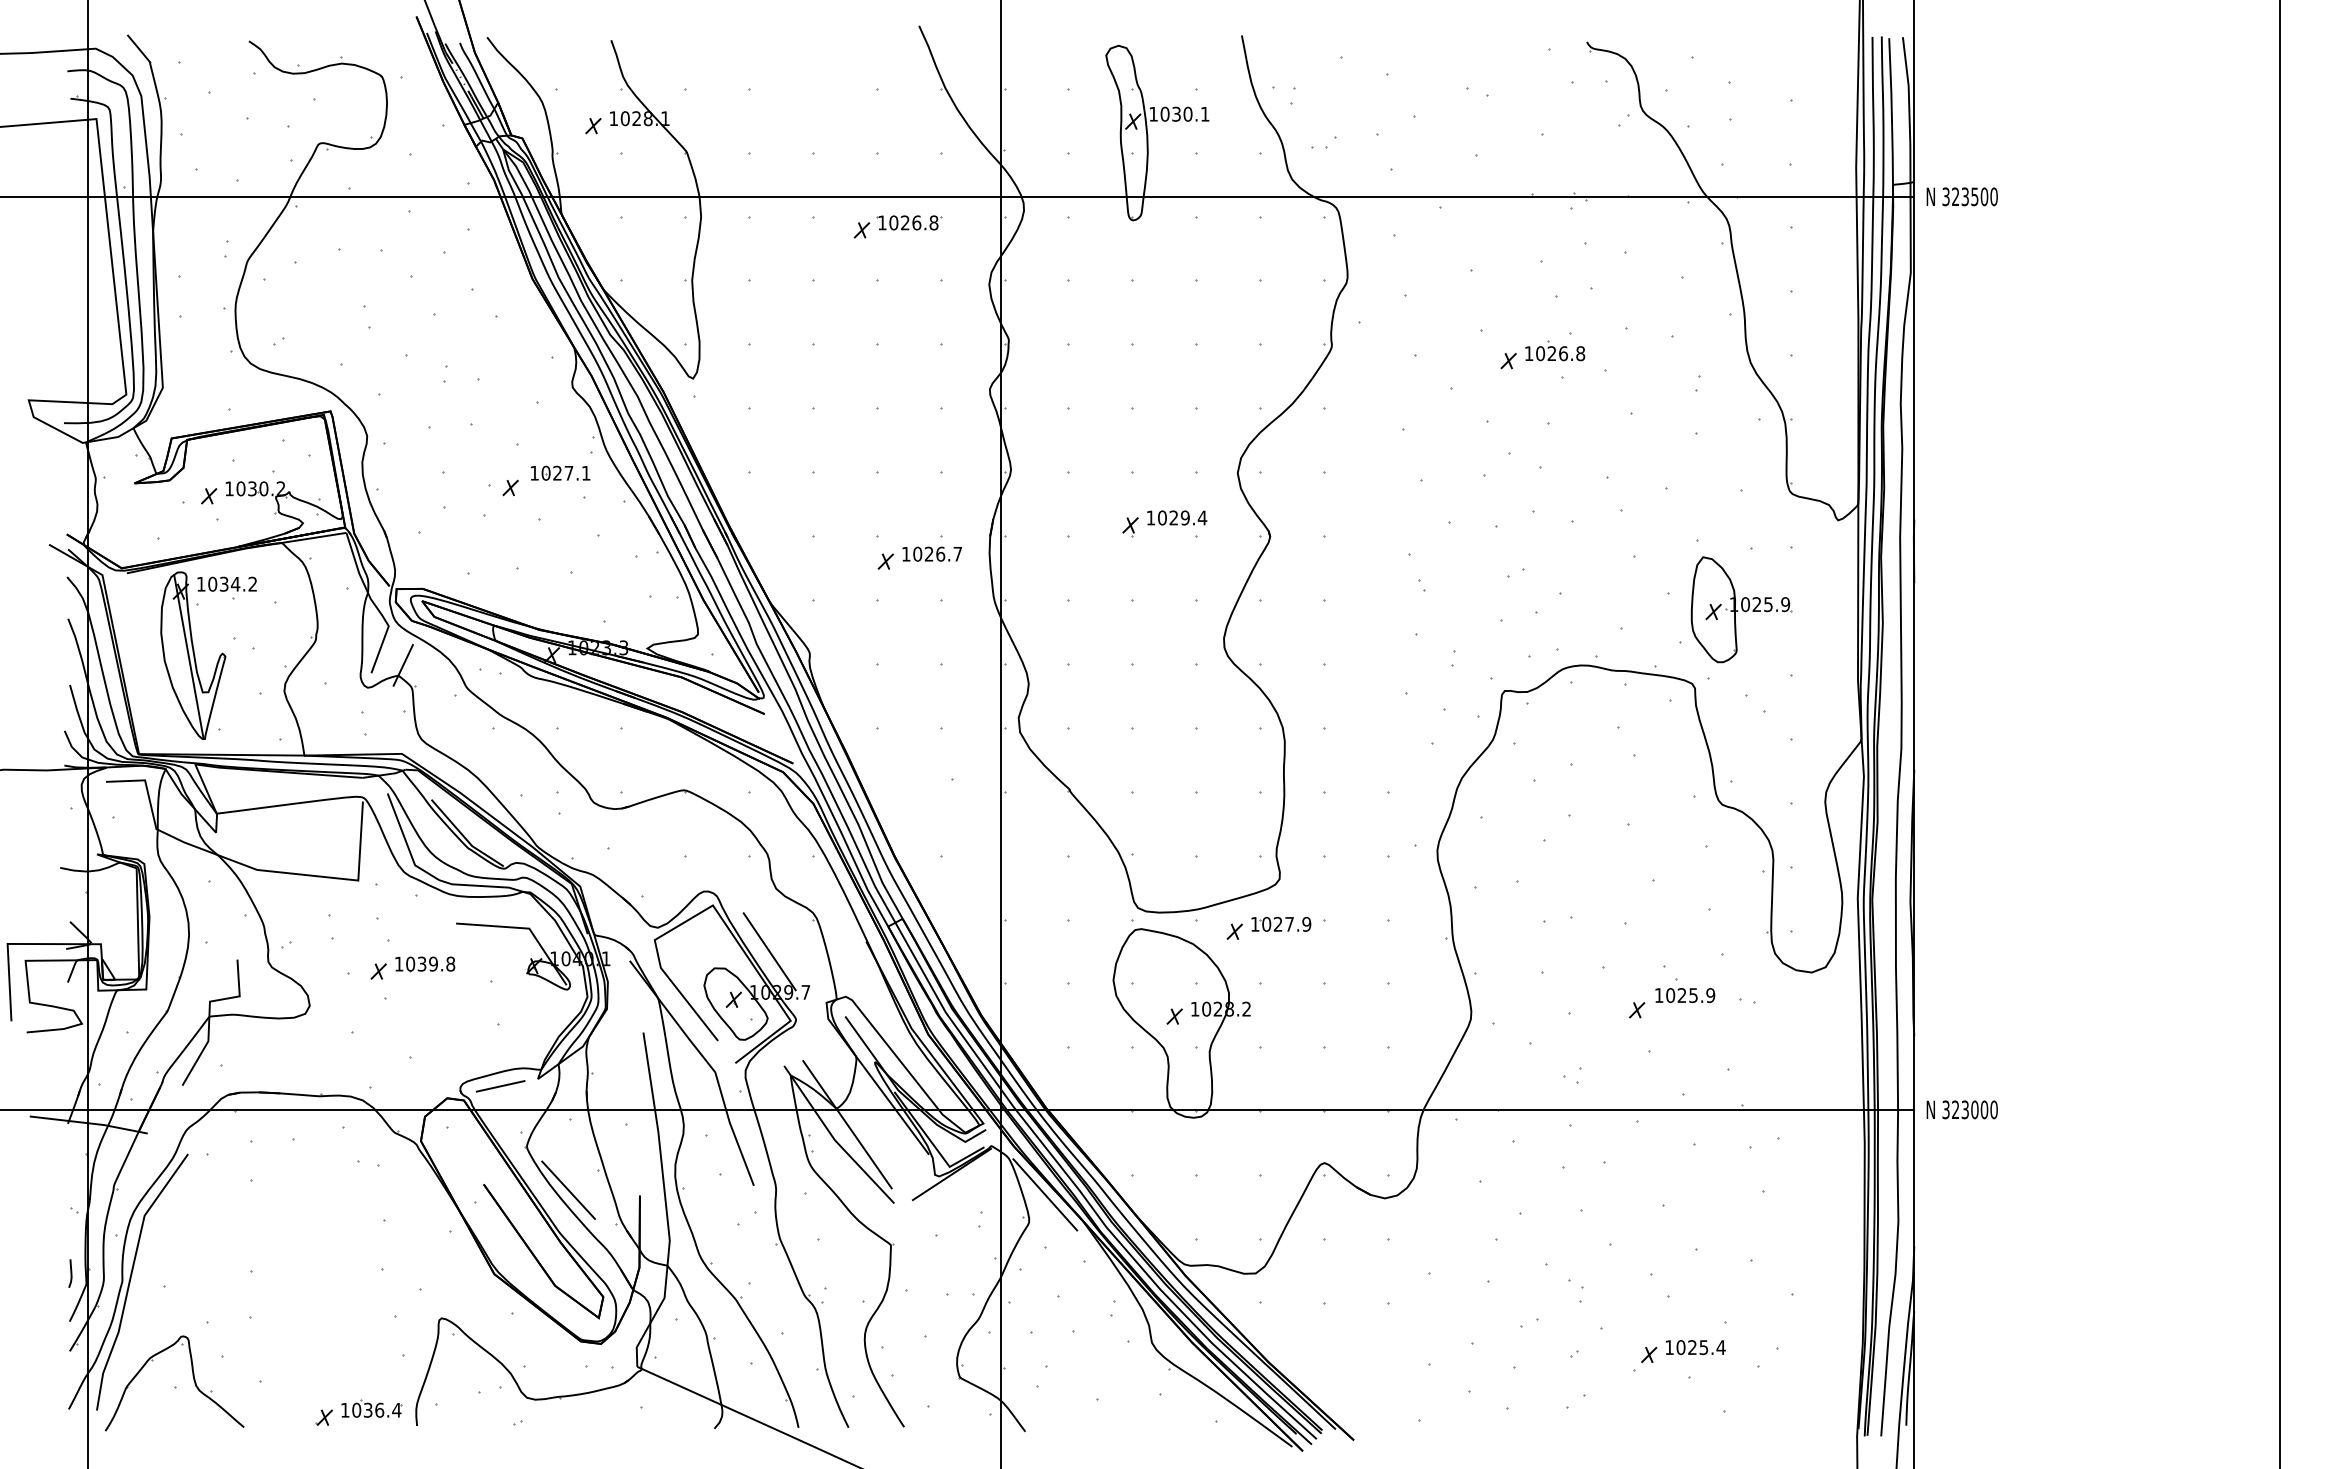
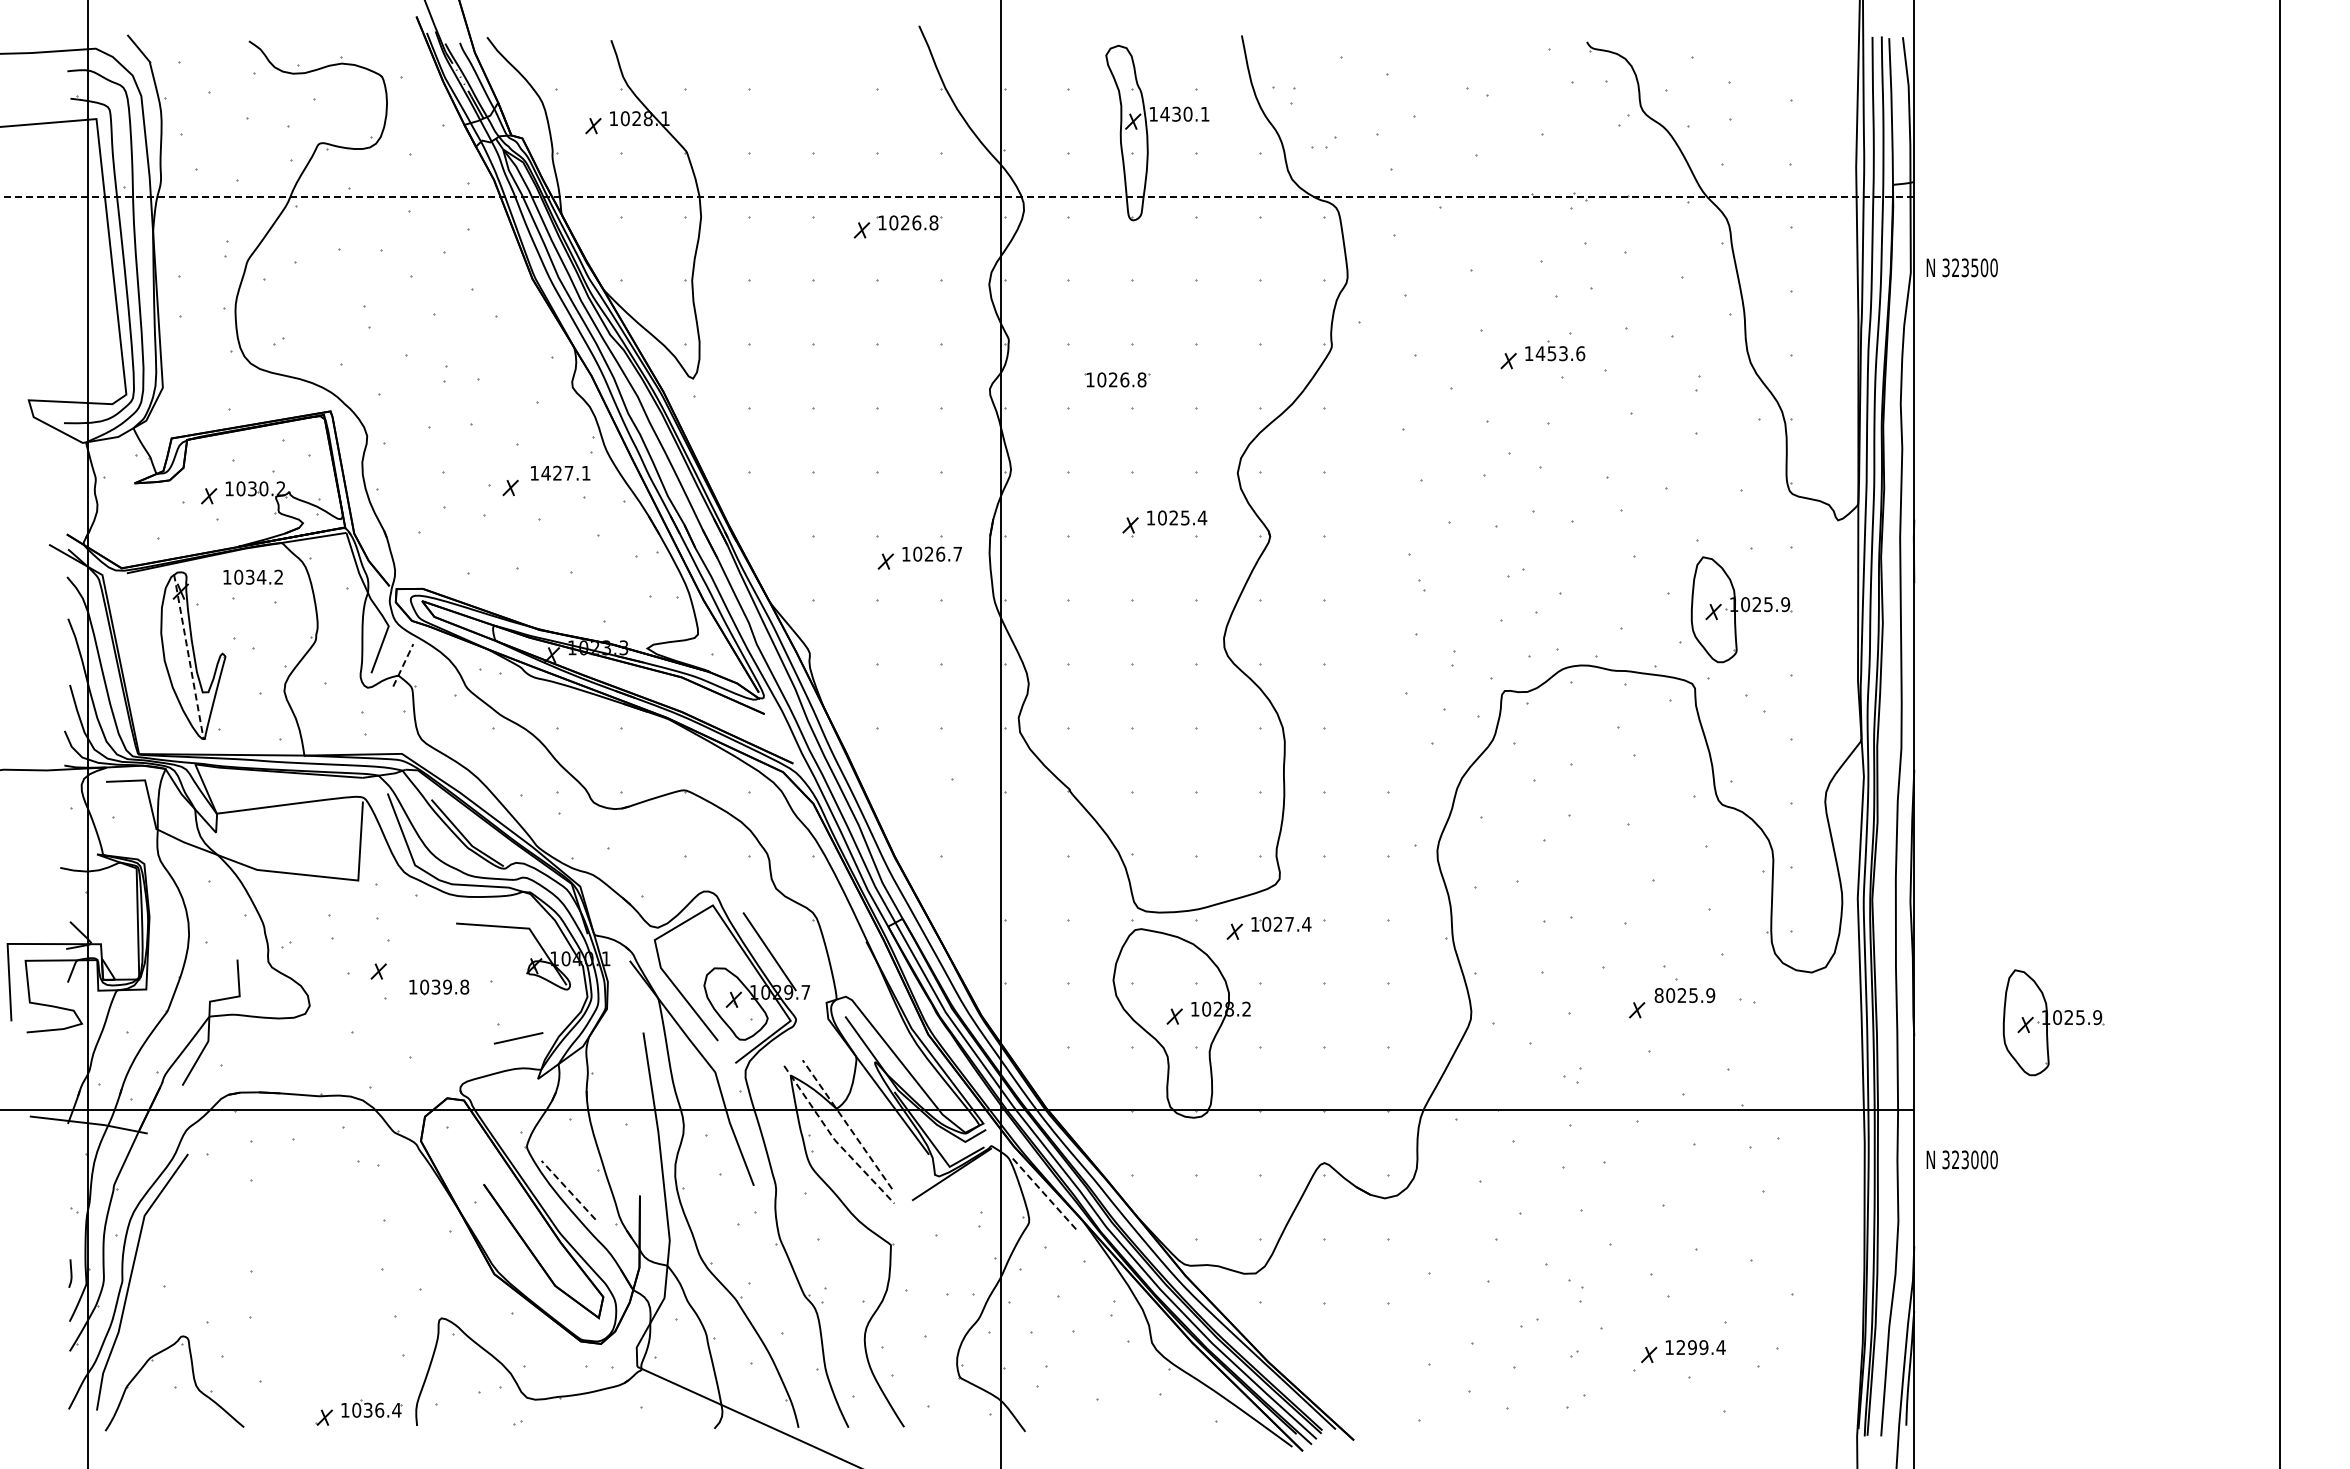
text at (1164, 113): 1030.1 -> 1430.1
line at (957, 196): solid -> dashed
text at (1961, 196) position: (1961, 196) -> (1961, 267)
text at (1560, 353): 1026.8 -> 1453.6
part at (1117, 379): none -> present
text at (545, 472): 1027.1 -> 1427.1
text at (1184, 517): 1029.4 -> 1025.4
text at (226, 583) position: (226, 583) -> (252, 576)
line at (188, 657): solid -> dashed
line at (403, 664): solid -> dashed
text at (1306, 923): 1027.9 -> 1027.4
part at (425, 964) position: (425, 964) -> (439, 987)
text at (1658, 995): 1025.9 -> 8025.9
part at (2053, 1022): none -> present
line at (500, 1086) position: (500, 1086) -> (518, 1038)
text at (1961, 1109) position: (1961, 1109) -> (1961, 1159)
line at (847, 1124): solid -> dashed
line at (834, 1139): solid -> dashed
line at (568, 1190): solid -> dashed
line at (1045, 1194): solid -> dashed
text at (1692, 1347): 1025.4 -> 1299.4
